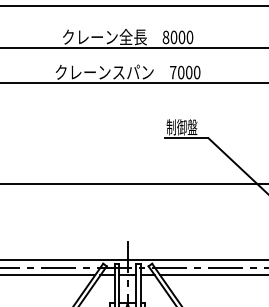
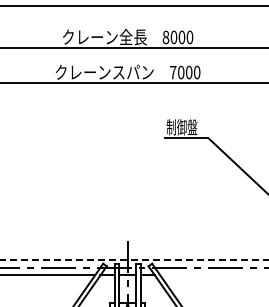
line at (133, 184): present -> none
line at (134, 259): solid -> dashed
line at (212, 275): present -> none
